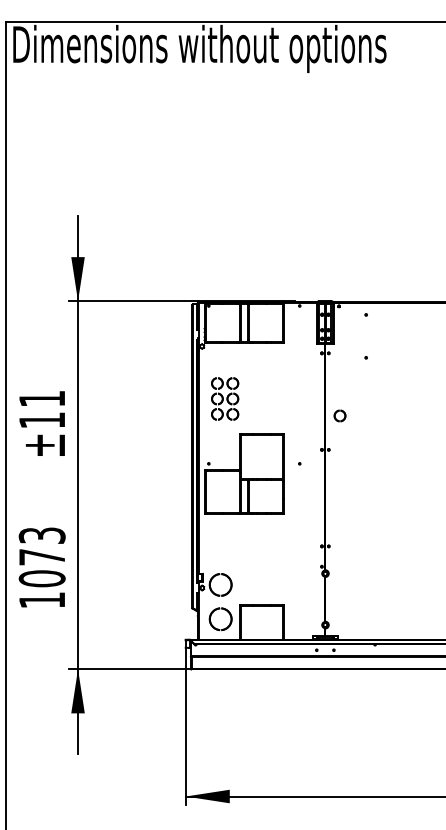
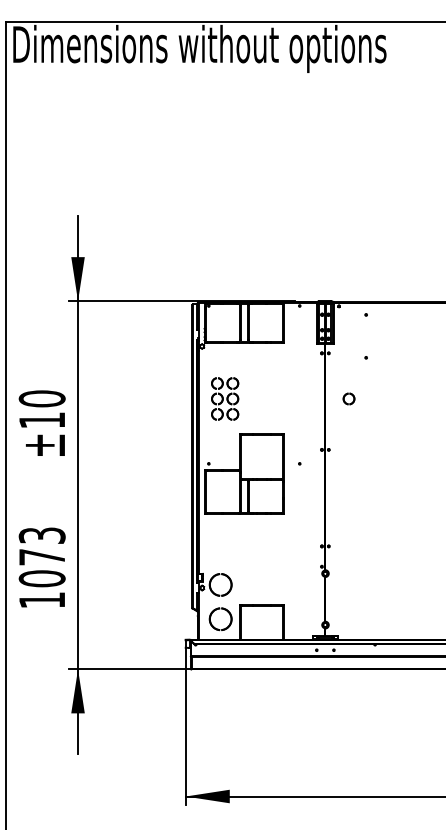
text at (41, 398): ±11 -> ±10
part at (339, 415) position: (339, 415) -> (348, 398)
